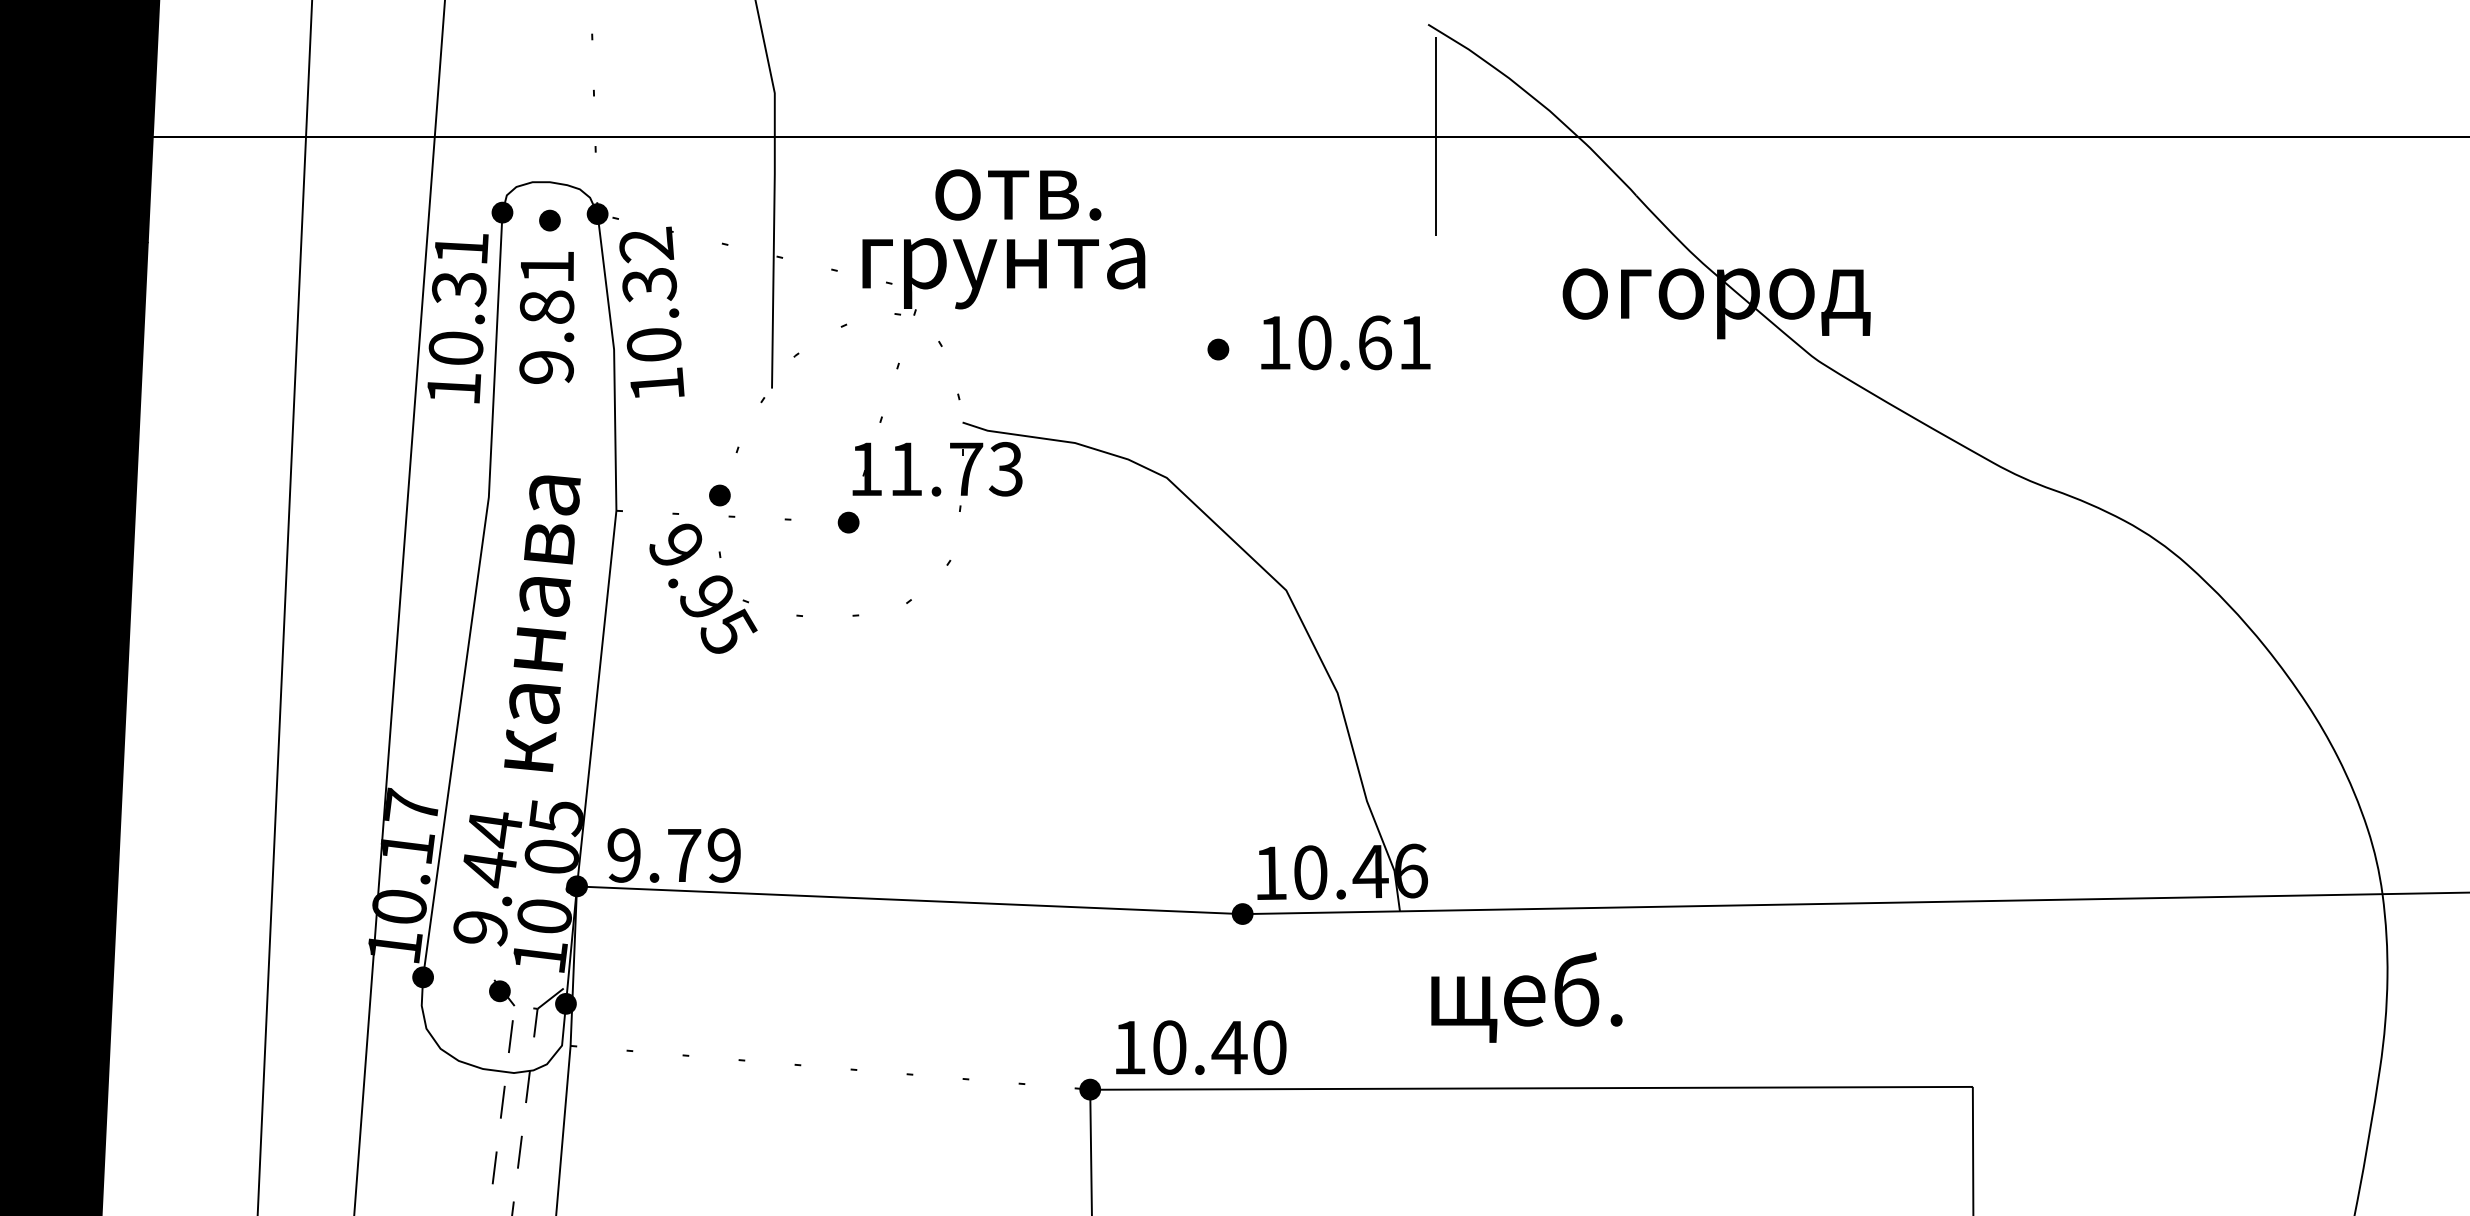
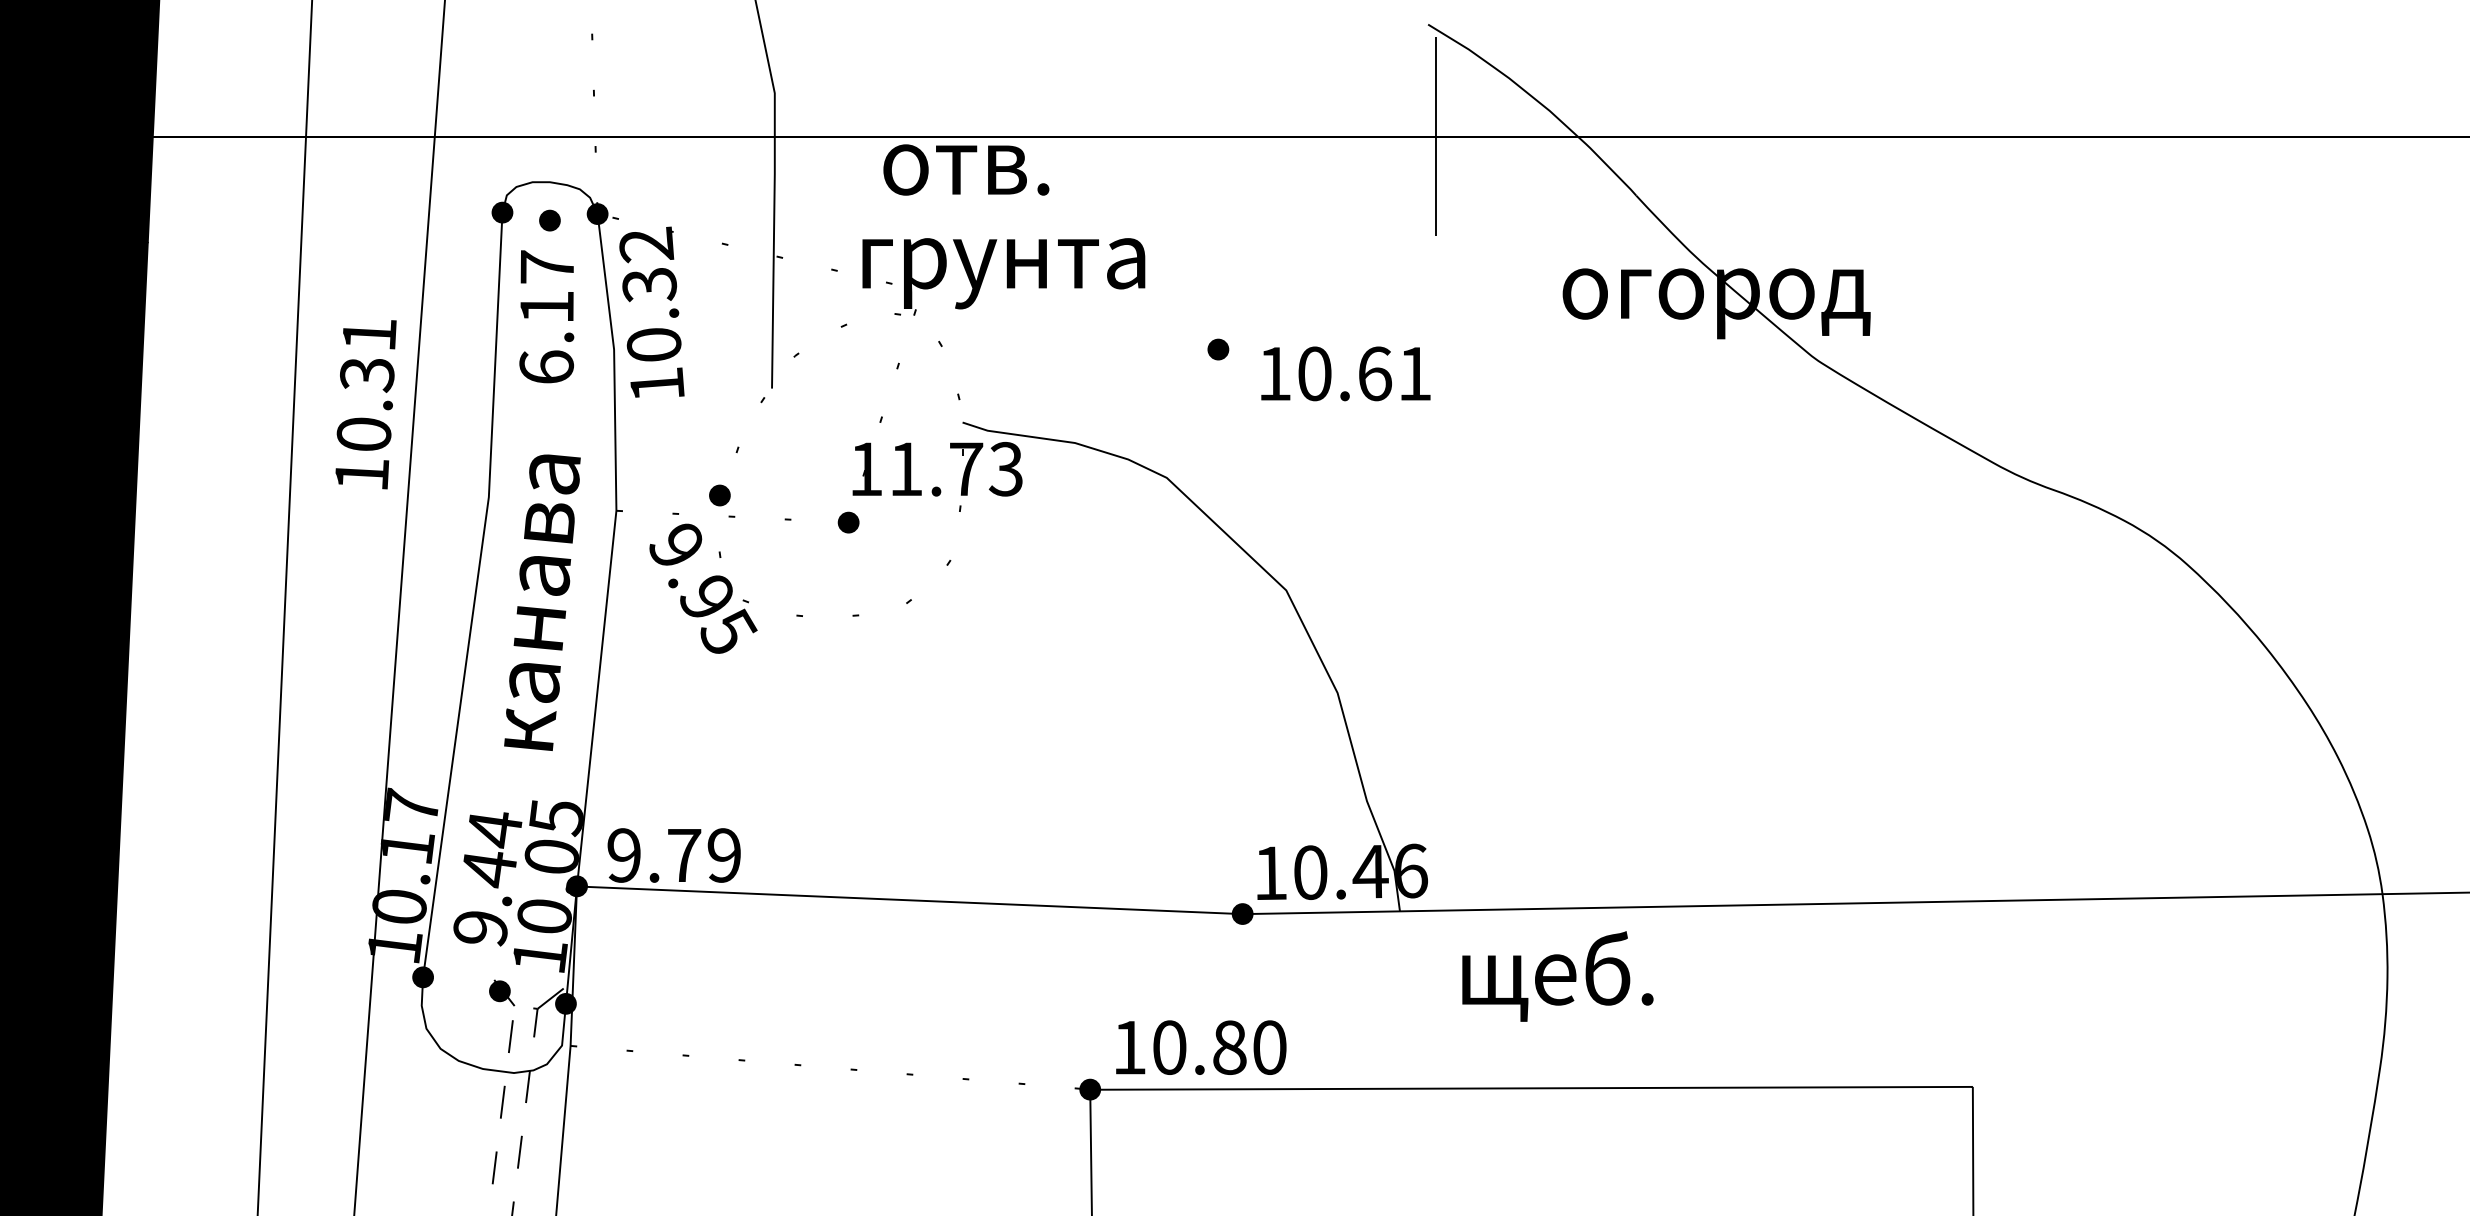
text at (1018, 194) position: (1018, 194) -> (966, 169)
text at (546, 316): 9.81 -> 6.17
text at (457, 318) position: (457, 318) -> (365, 404)
text at (1345, 342) position: (1345, 342) -> (1345, 373)
text at (542, 623) position: (542, 623) -> (542, 602)
text at (1526, 997) position: (1526, 997) -> (1557, 976)
text at (1229, 1047): 10.40 -> 10.80
